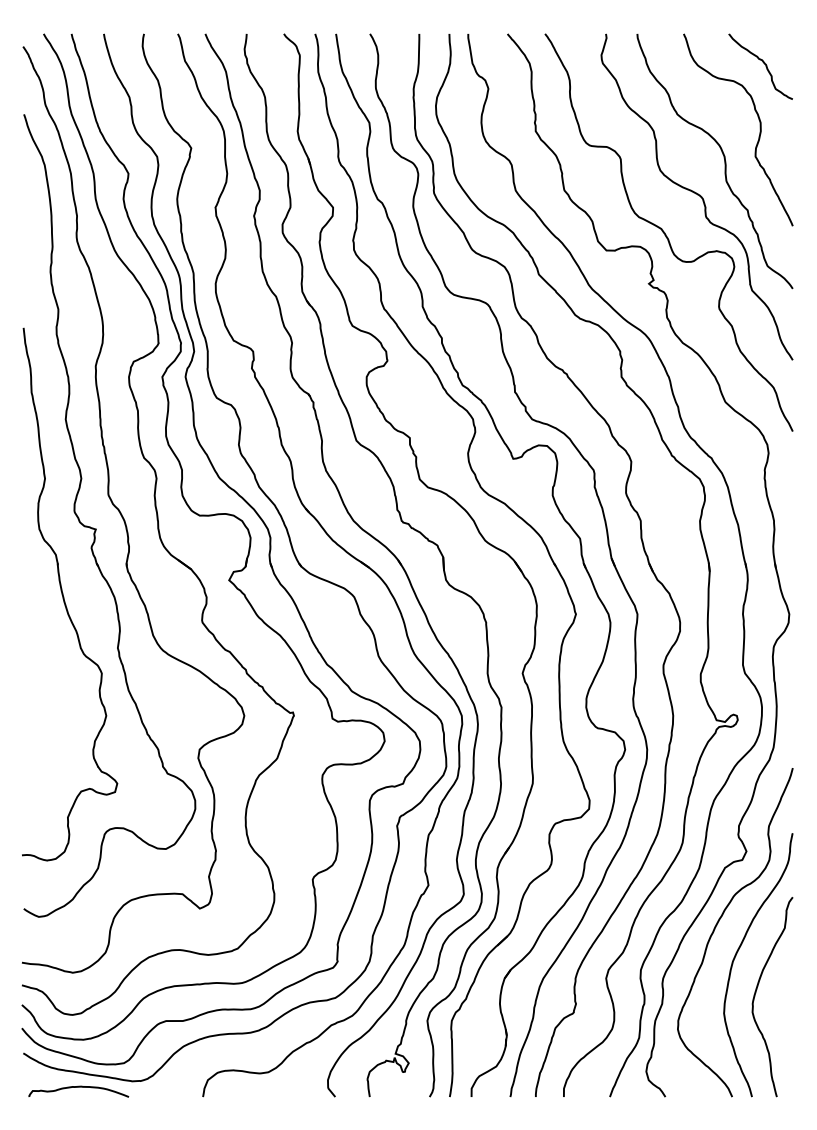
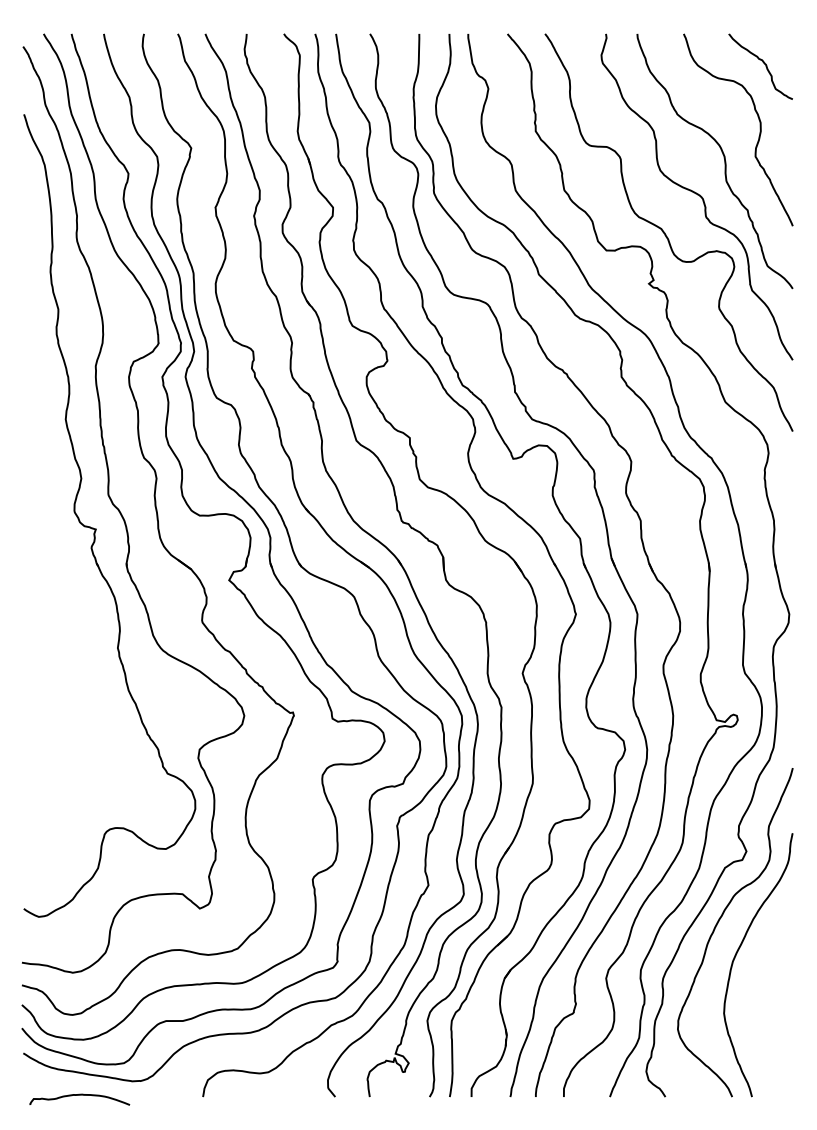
part at (64, 596): present -> none
curve at (756, 993): present -> none
curve at (78, 1087) position: (78, 1087) -> (79, 1095)
